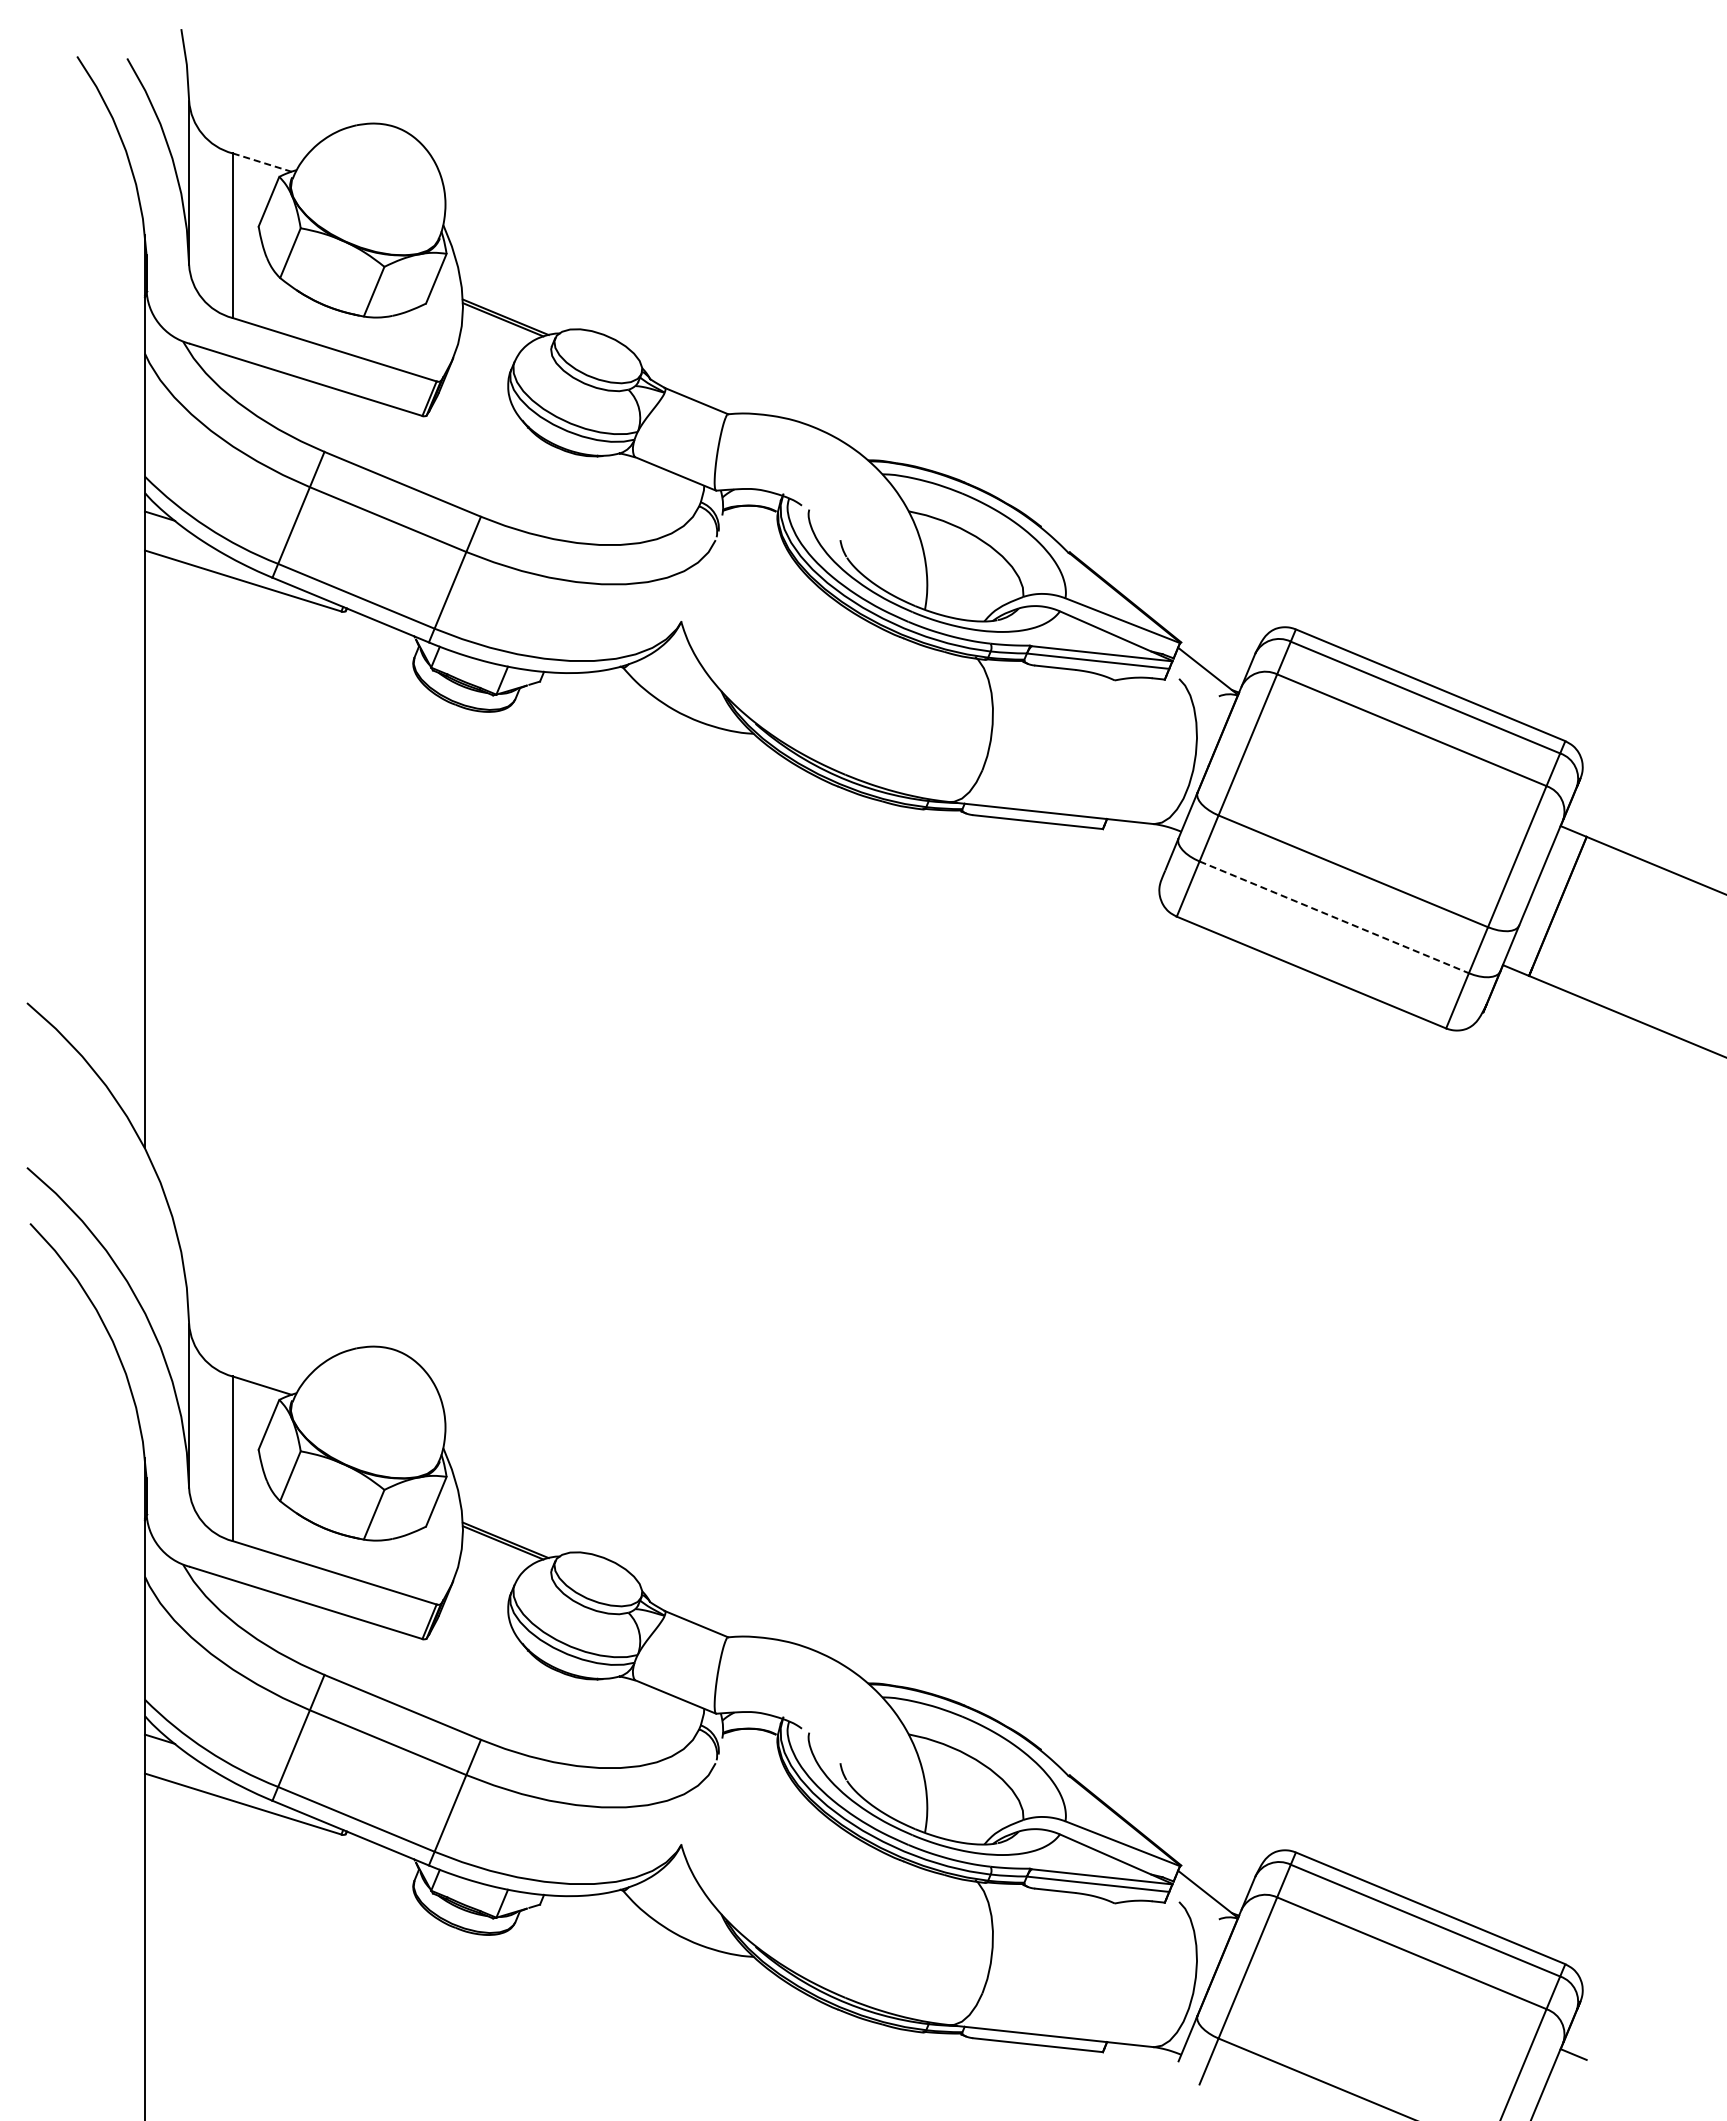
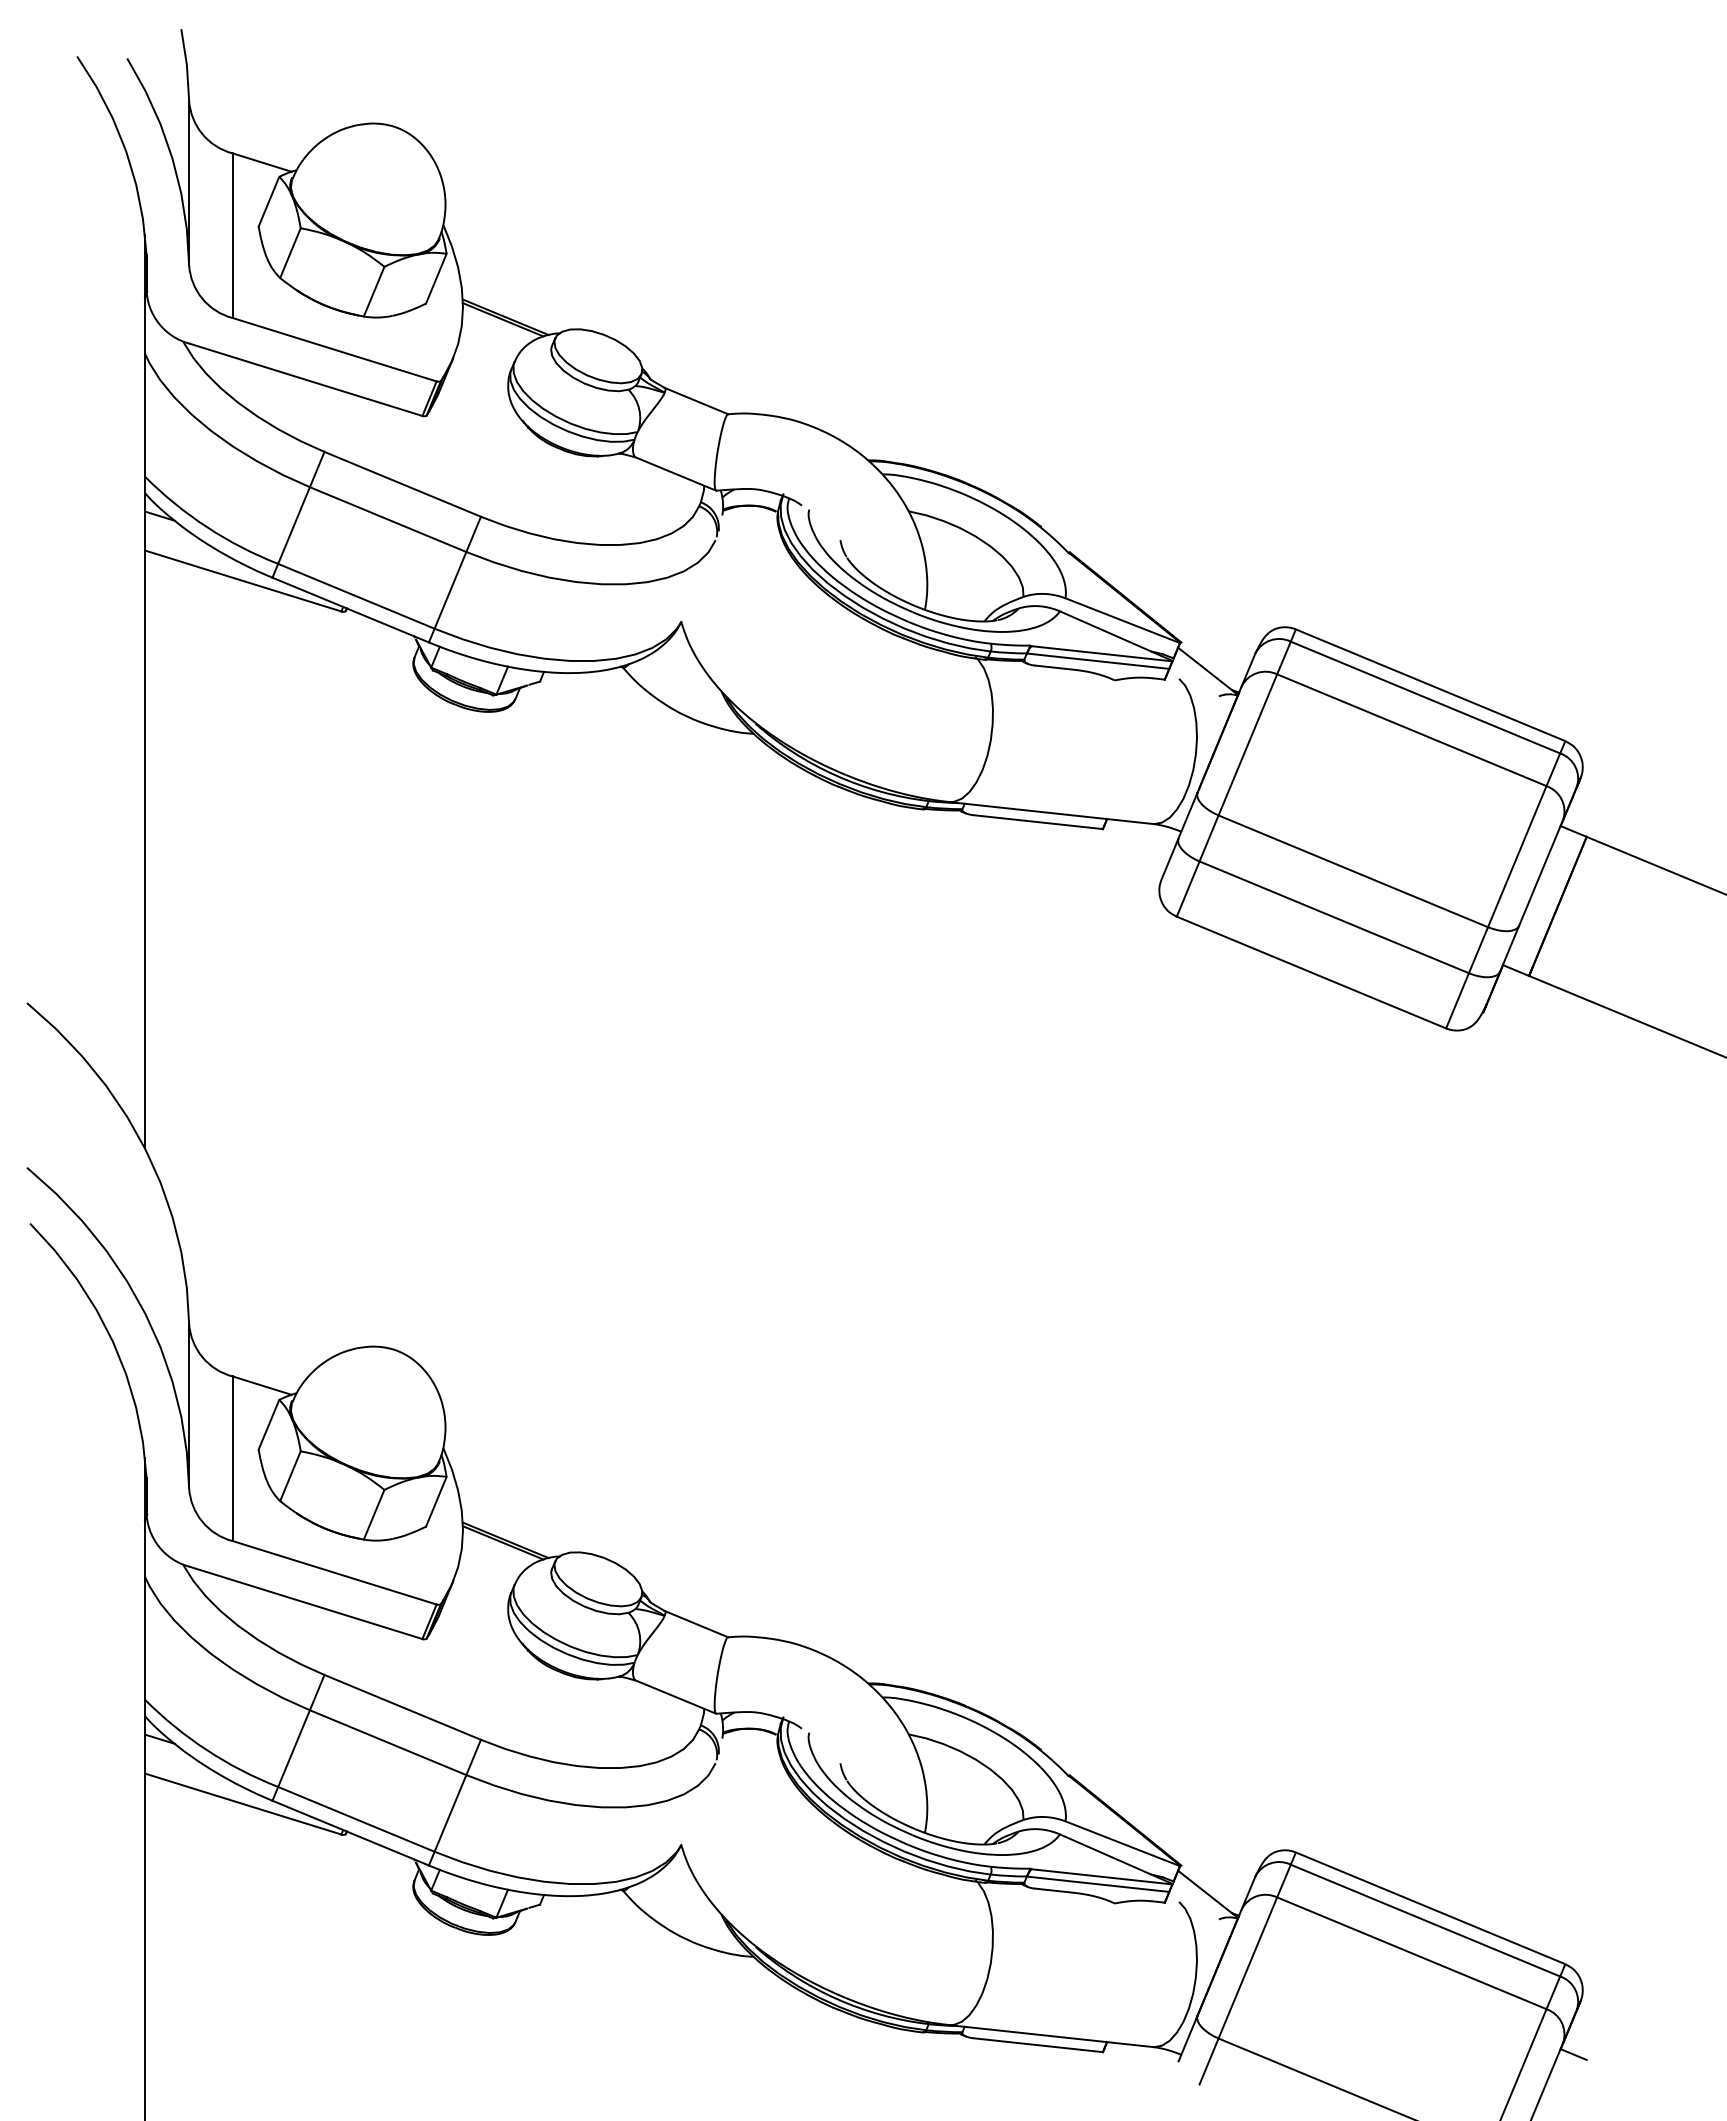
line at (262, 162): dashed -> solid
line at (1334, 917): dashed -> solid
